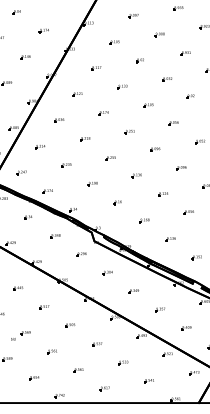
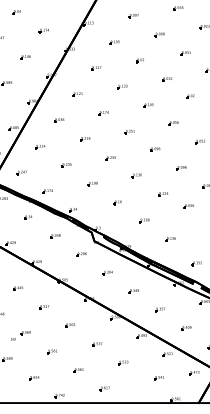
part at (188, 212) position: (188, 212) -> (188, 206)
part at (196, 257) position: (196, 257) -> (196, 263)
part at (148, 381) position: (148, 381) -> (158, 378)
